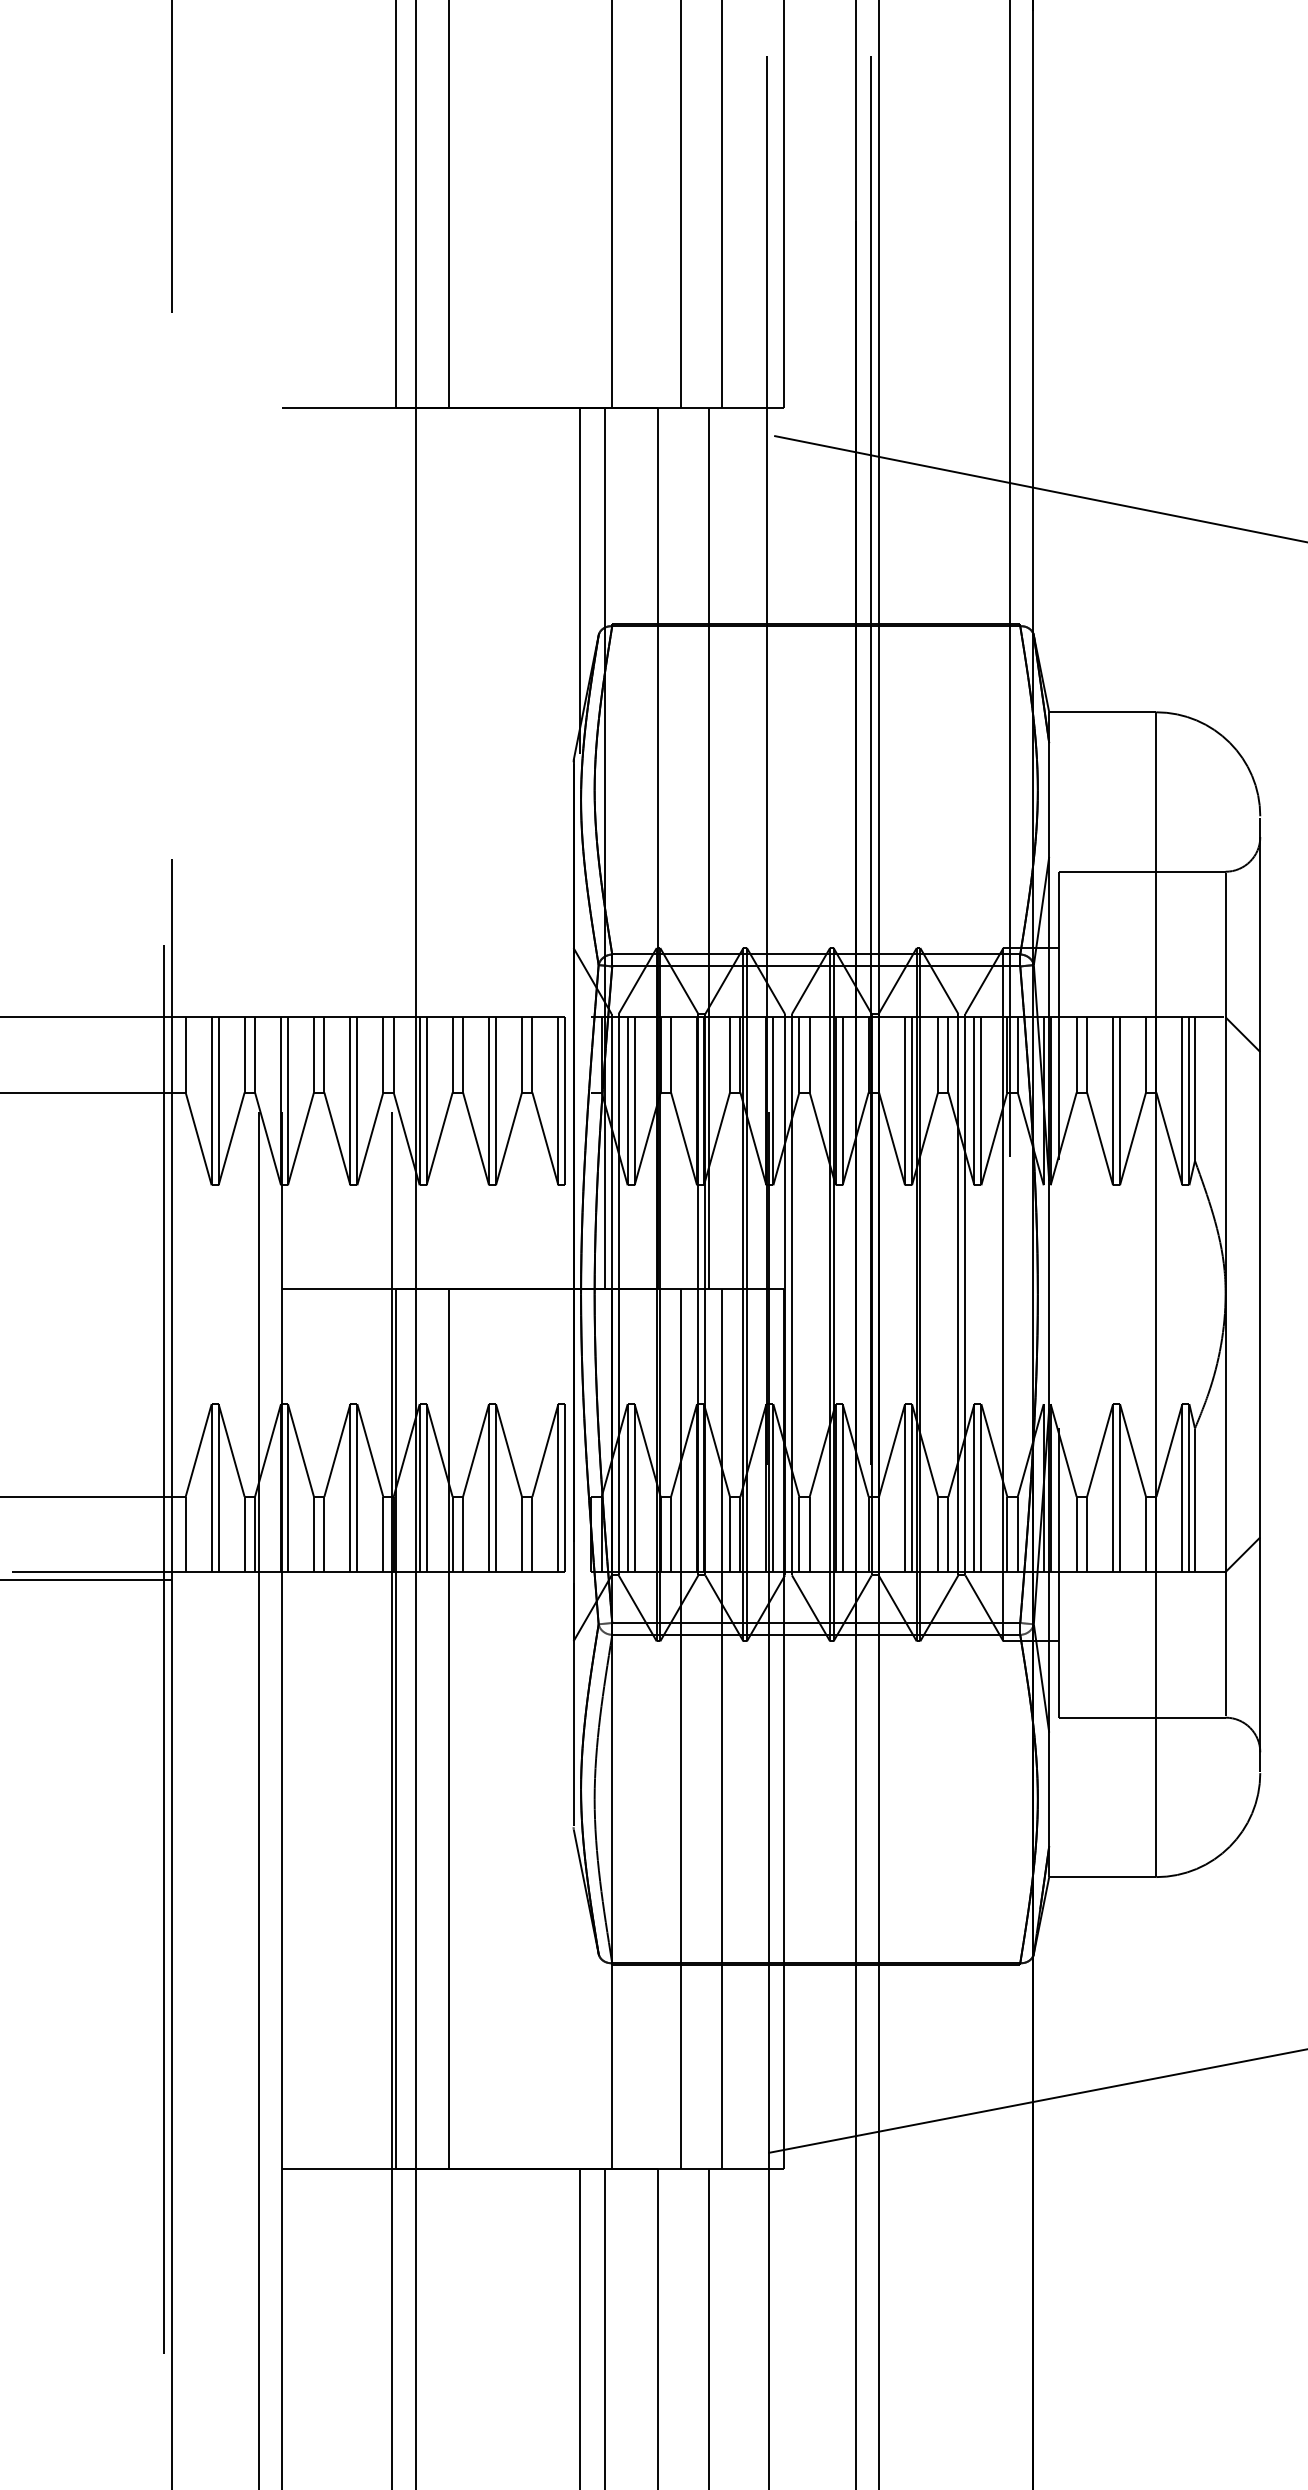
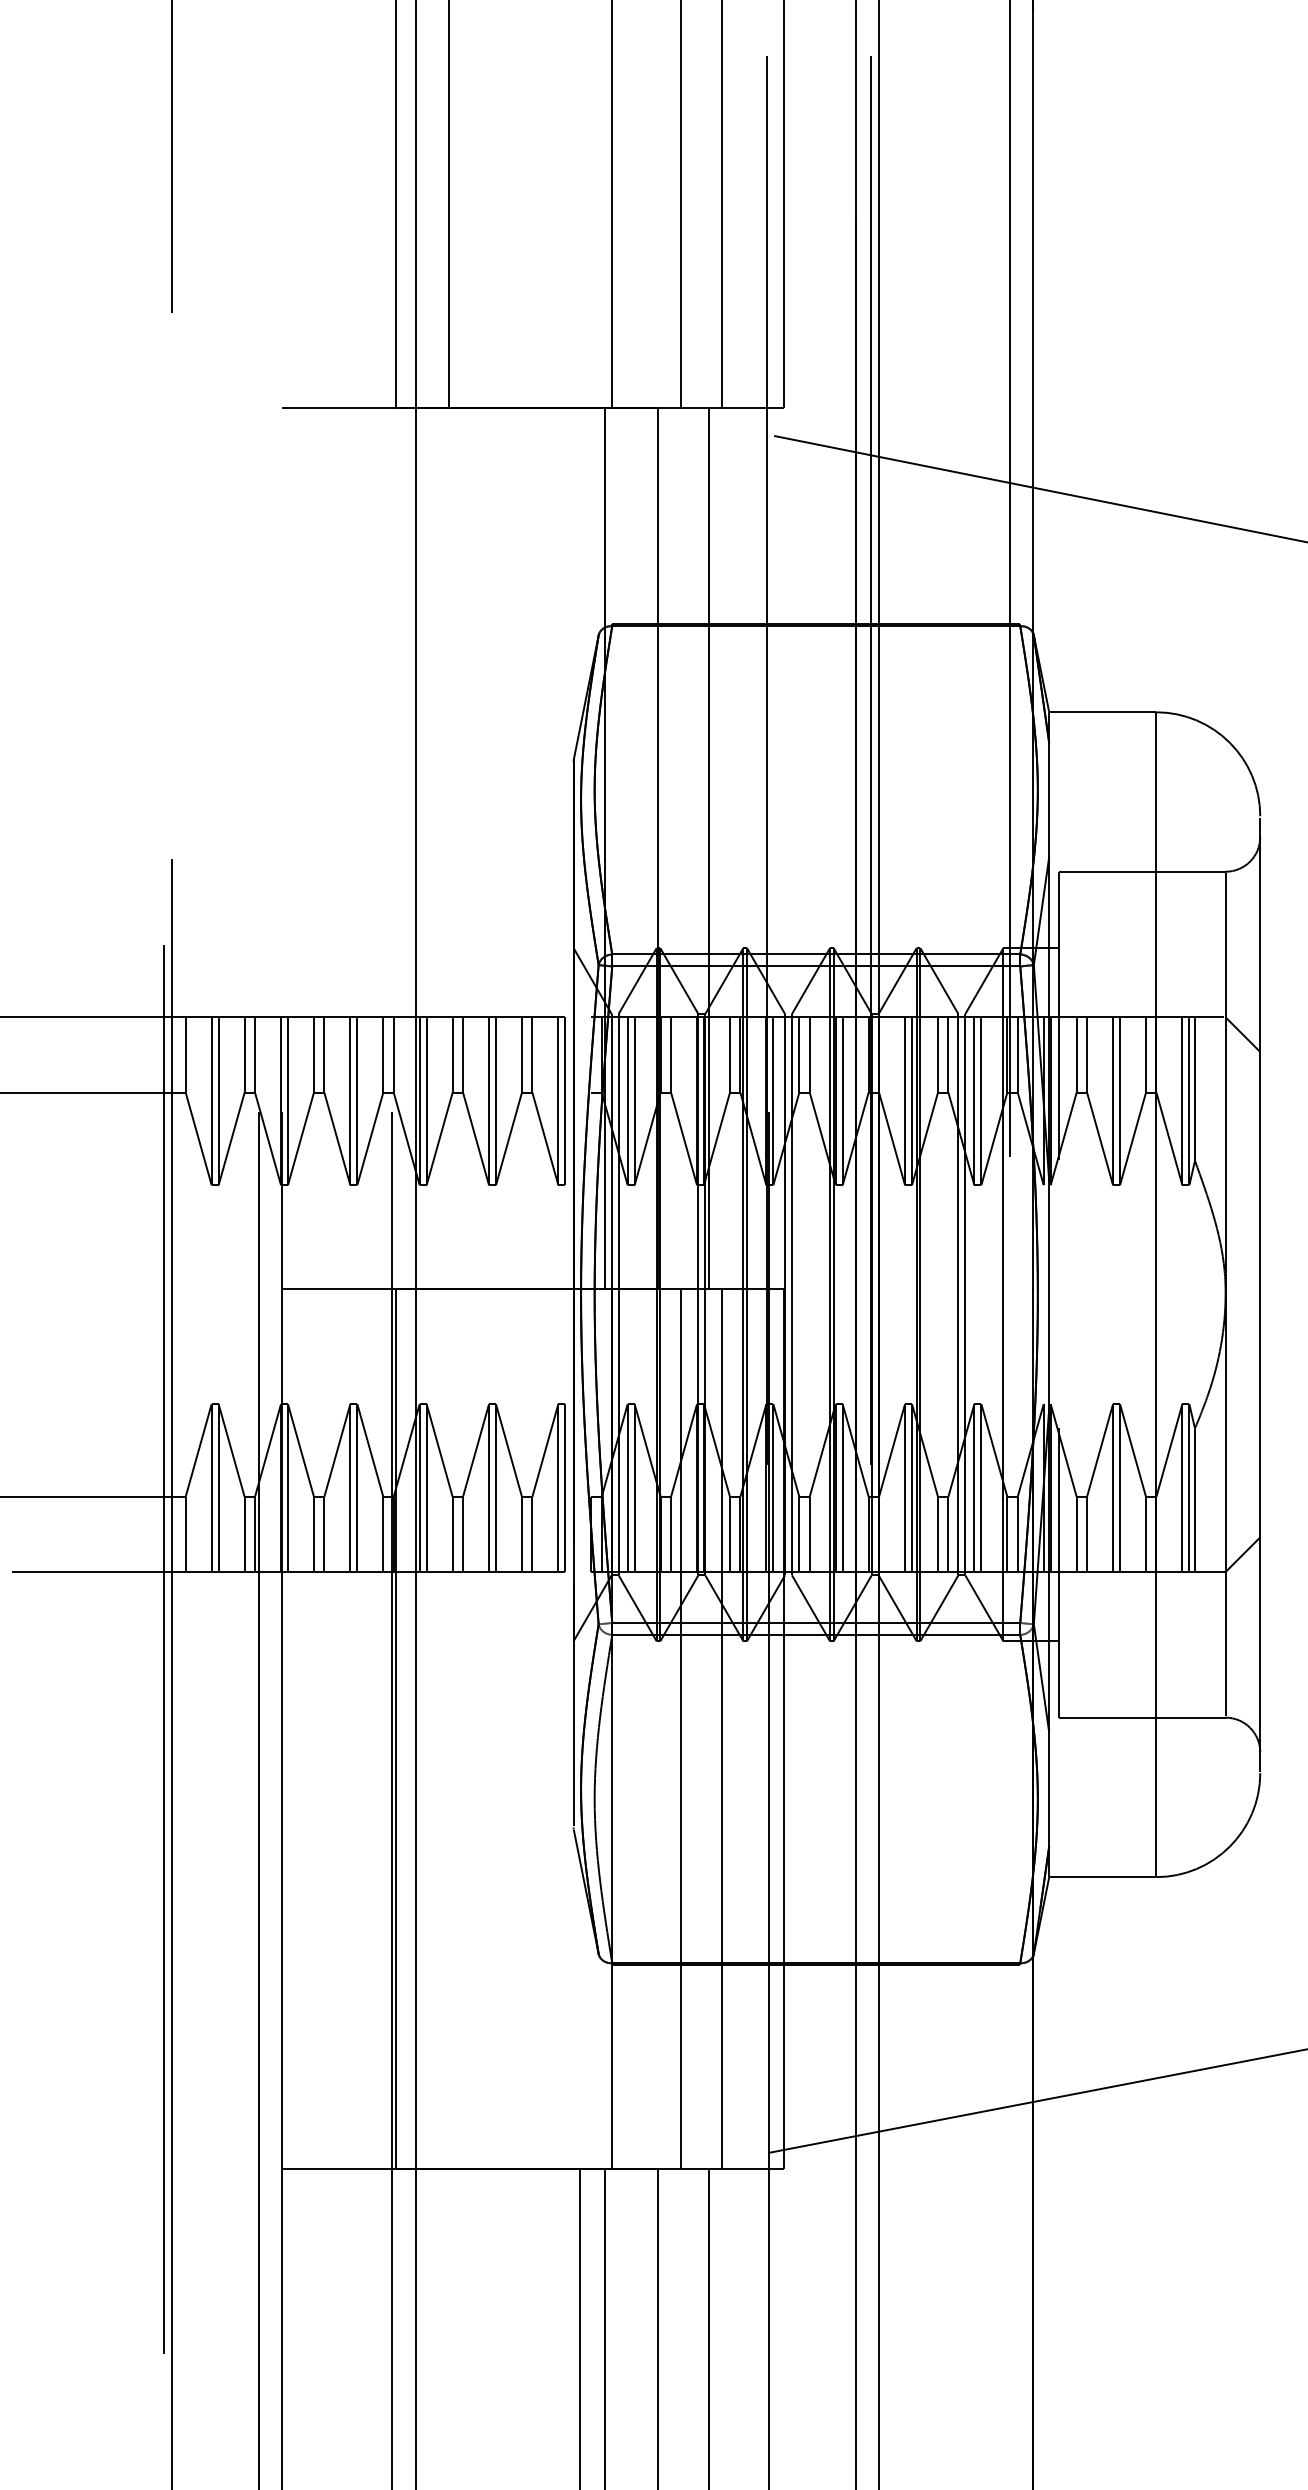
line at (579, 580): present -> none
line at (86, 1580): present -> none
line at (448, 1728): present -> none
